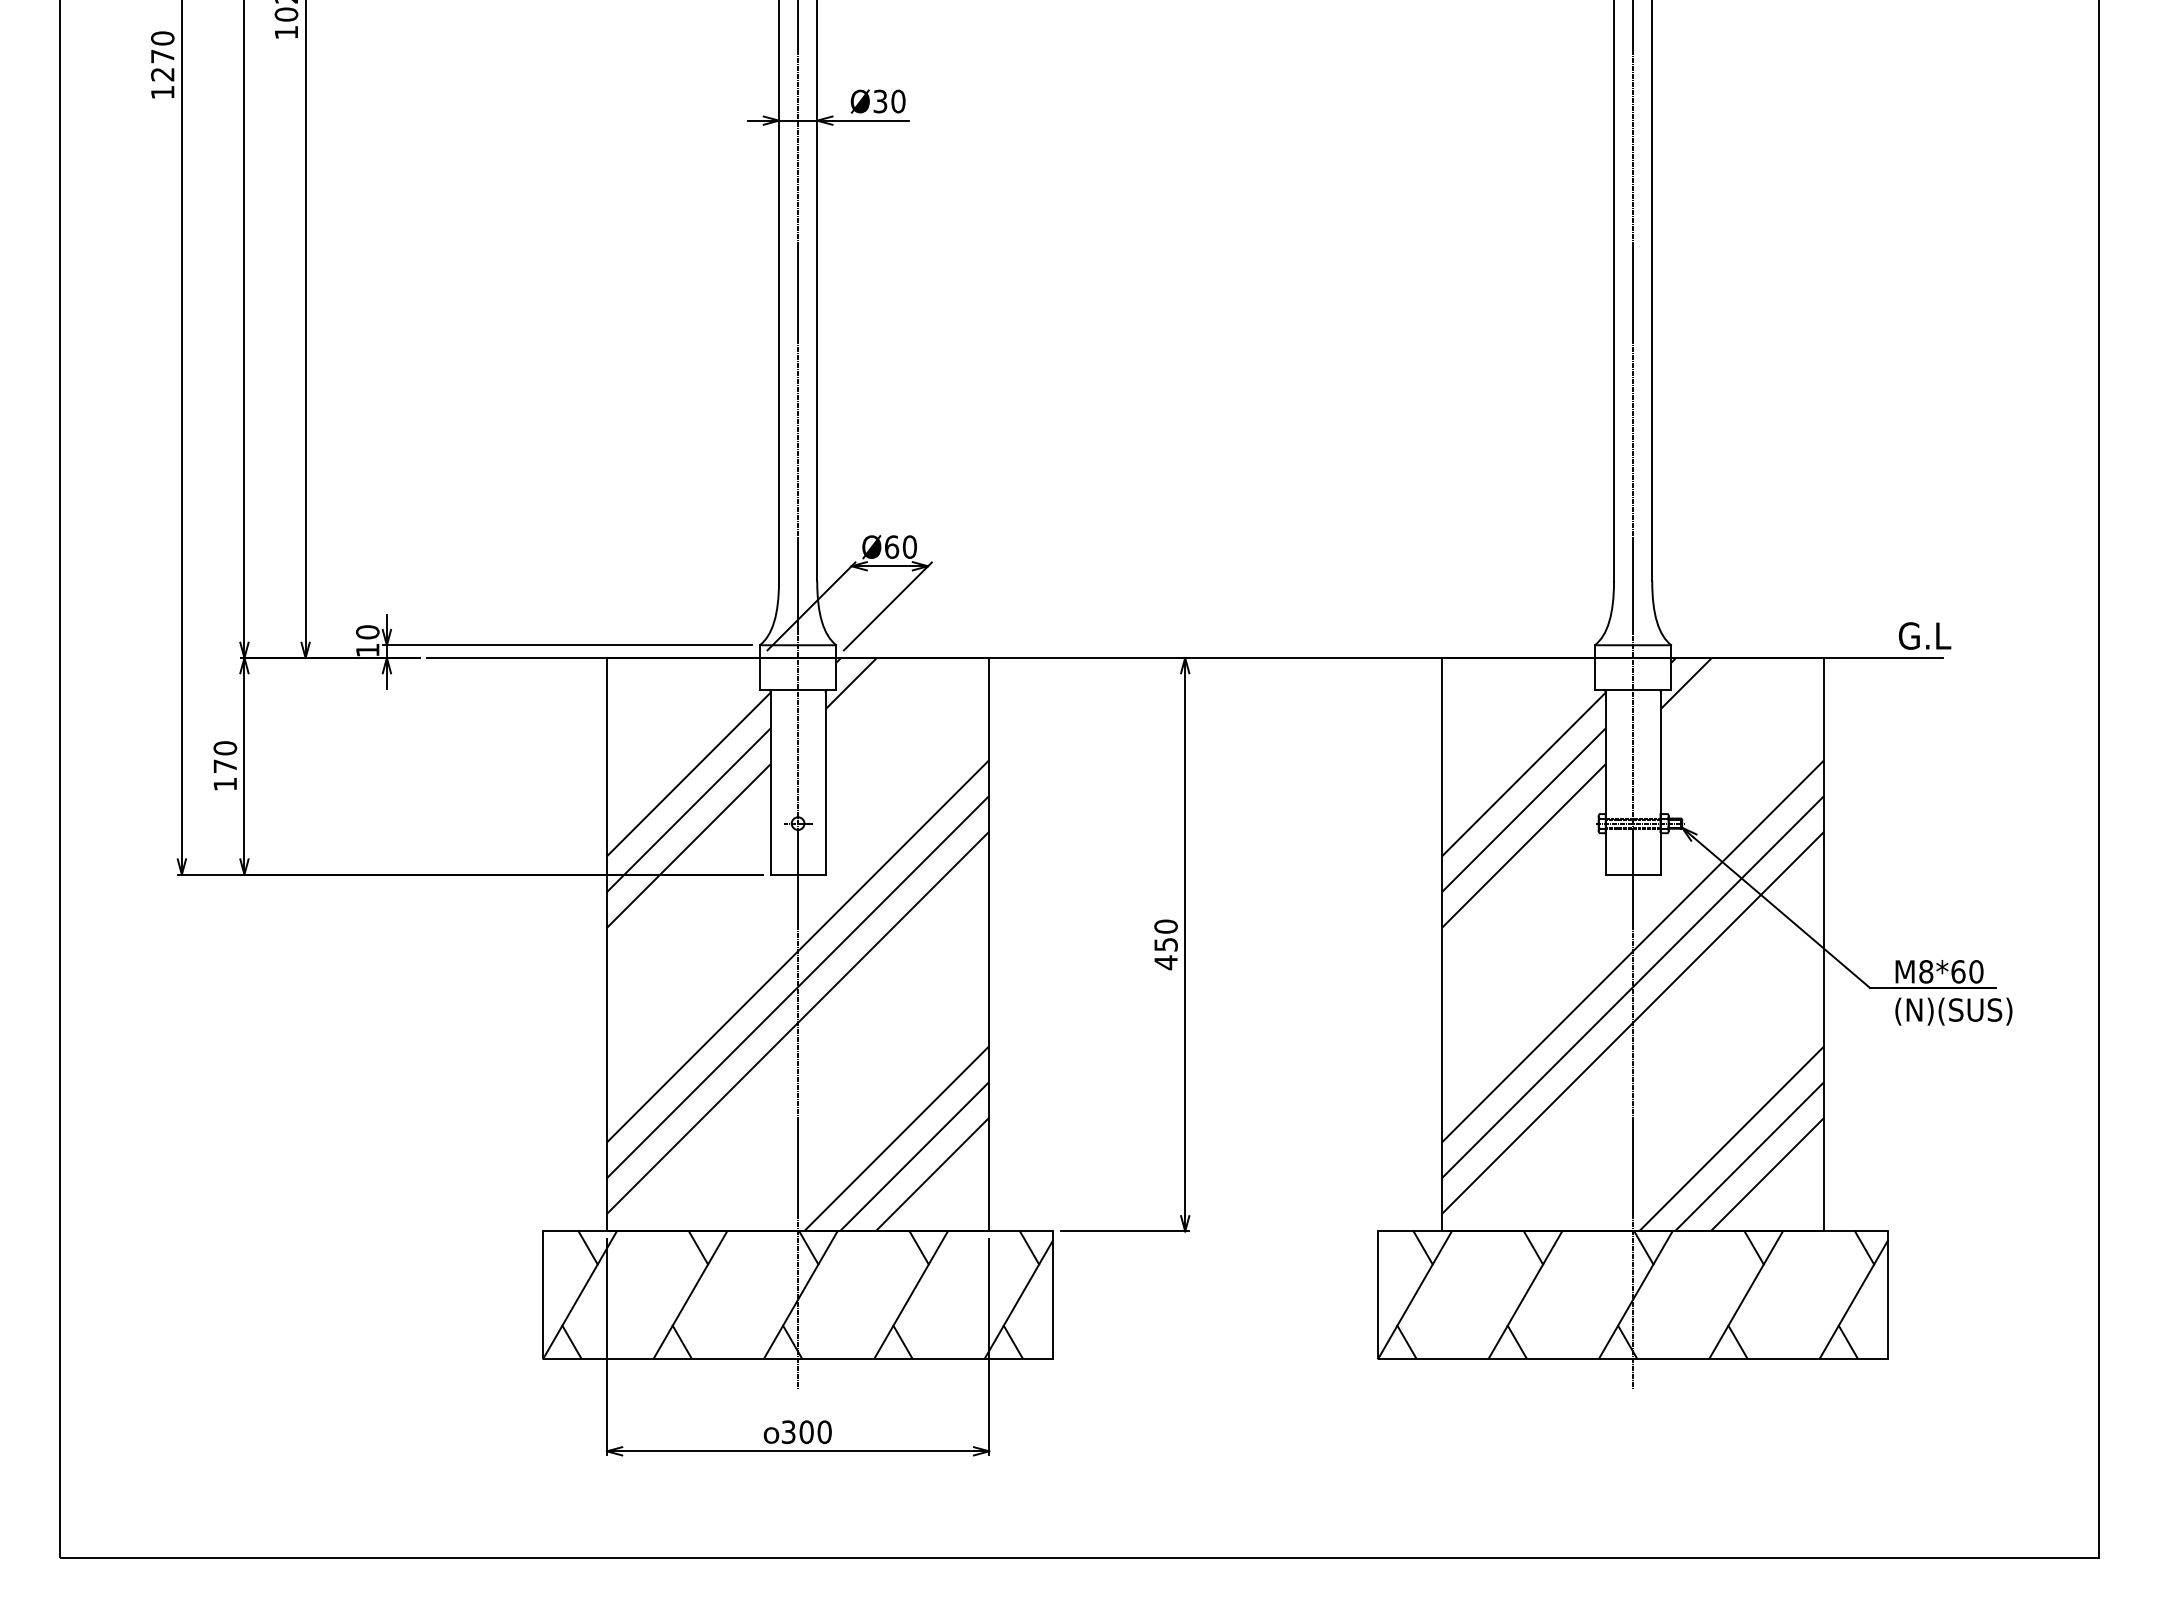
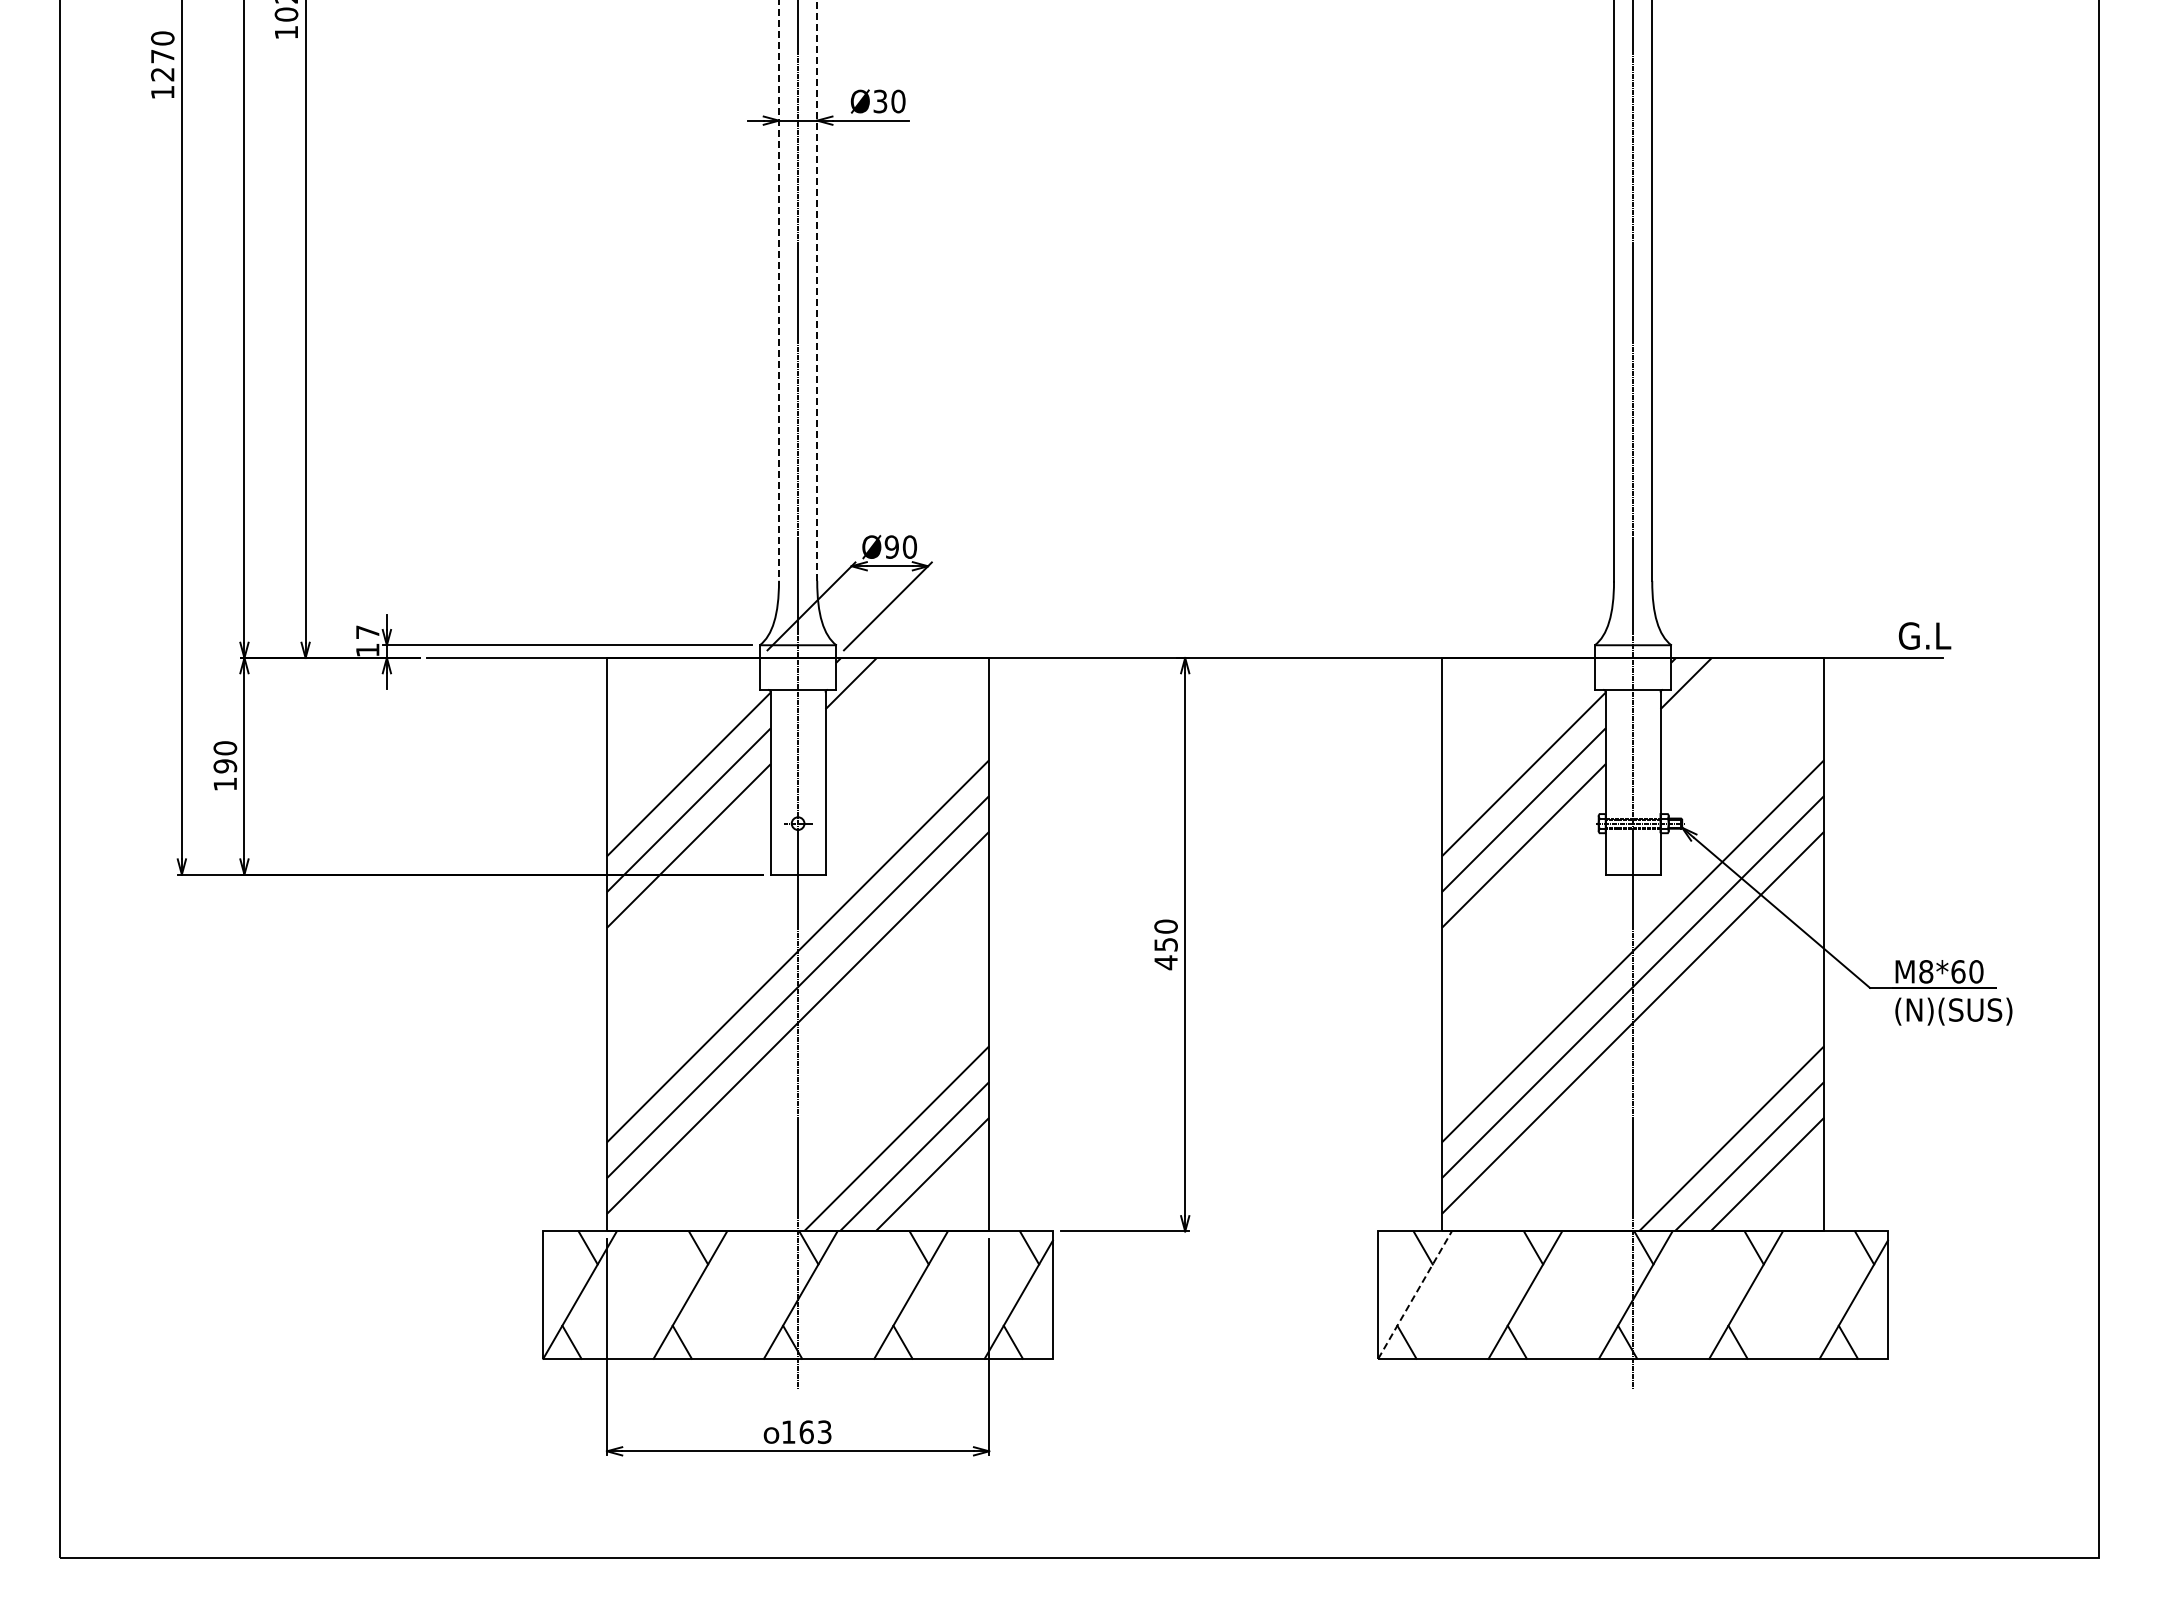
line at (779, 290): solid -> dashed
line at (817, 290): solid -> dashed
text at (891, 546): Ø60 -> Ø90
text at (367, 632): 10 -> 17
text at (225, 766): 170 -> 190
line at (1415, 1295): solid -> dashed
text at (806, 1432): 300 -> 163
